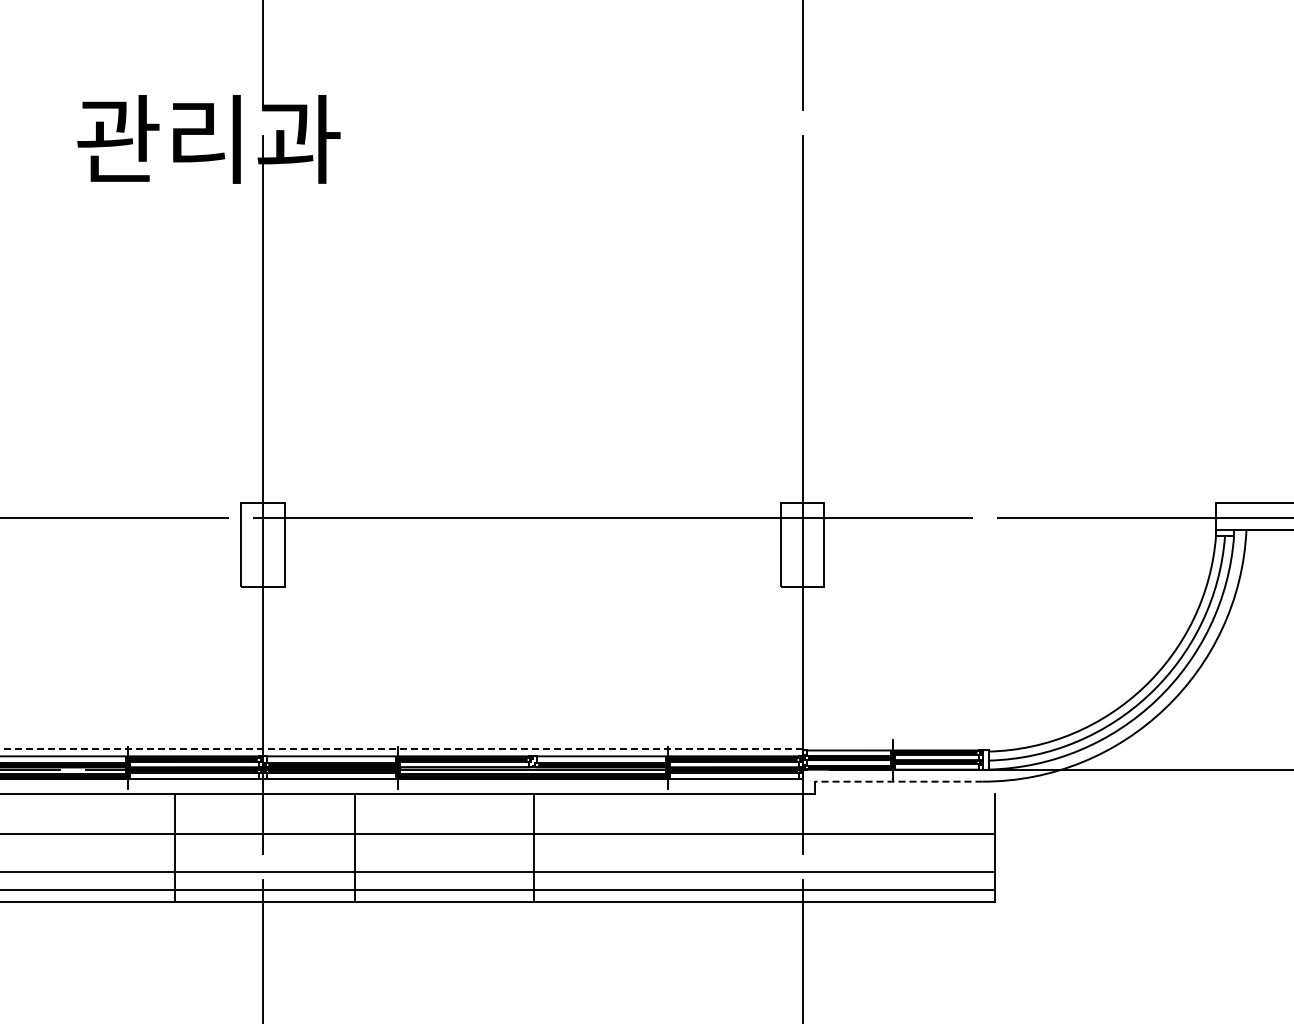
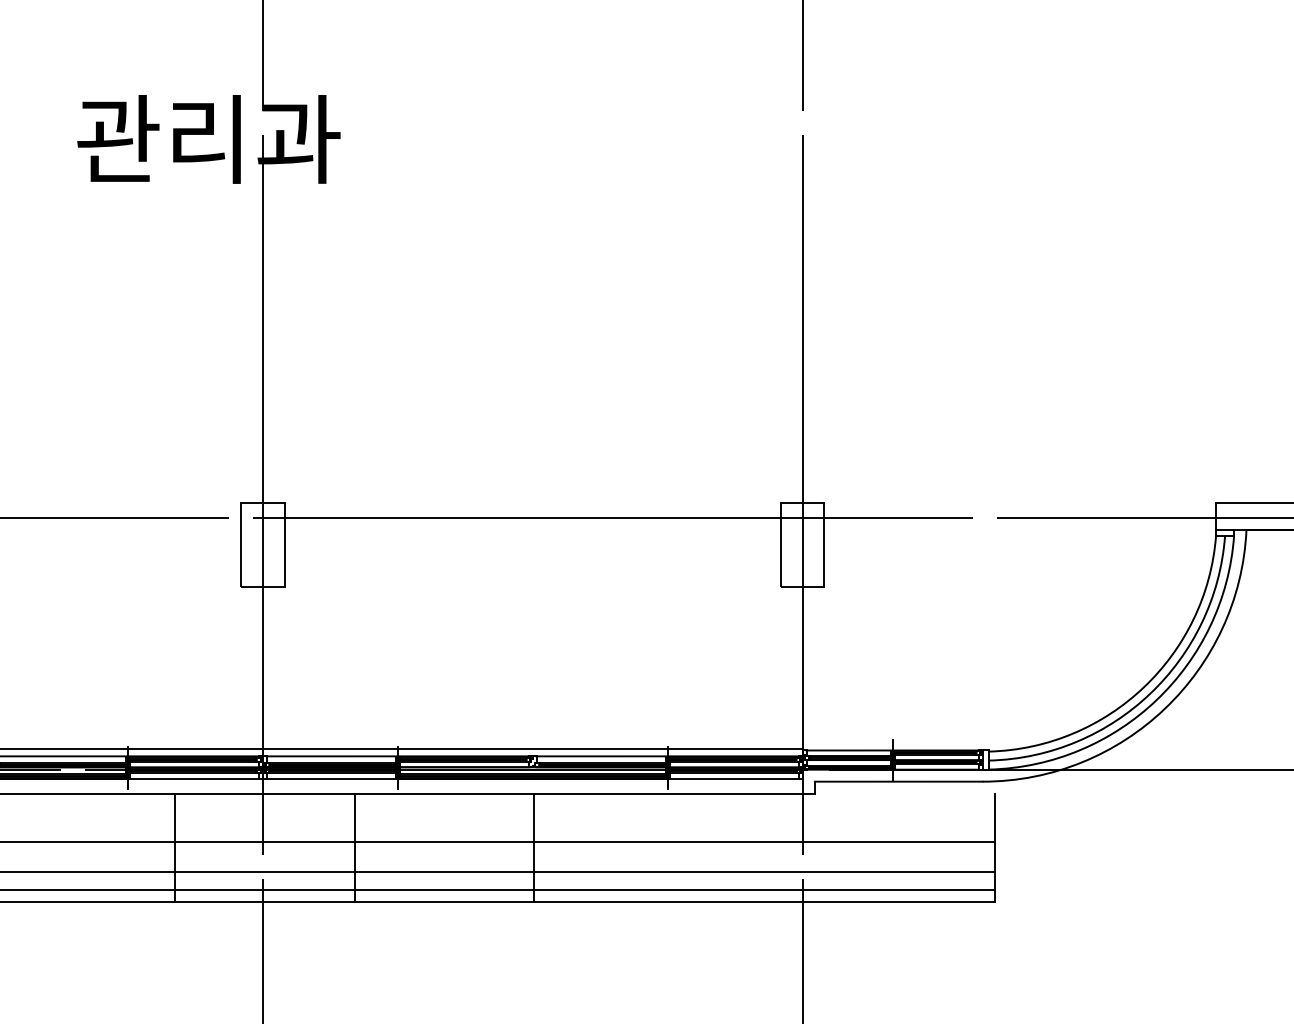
line at (401, 749): dashed -> solid
line at (898, 781): dashed -> solid
line at (498, 833) position: (498, 833) -> (498, 841)
